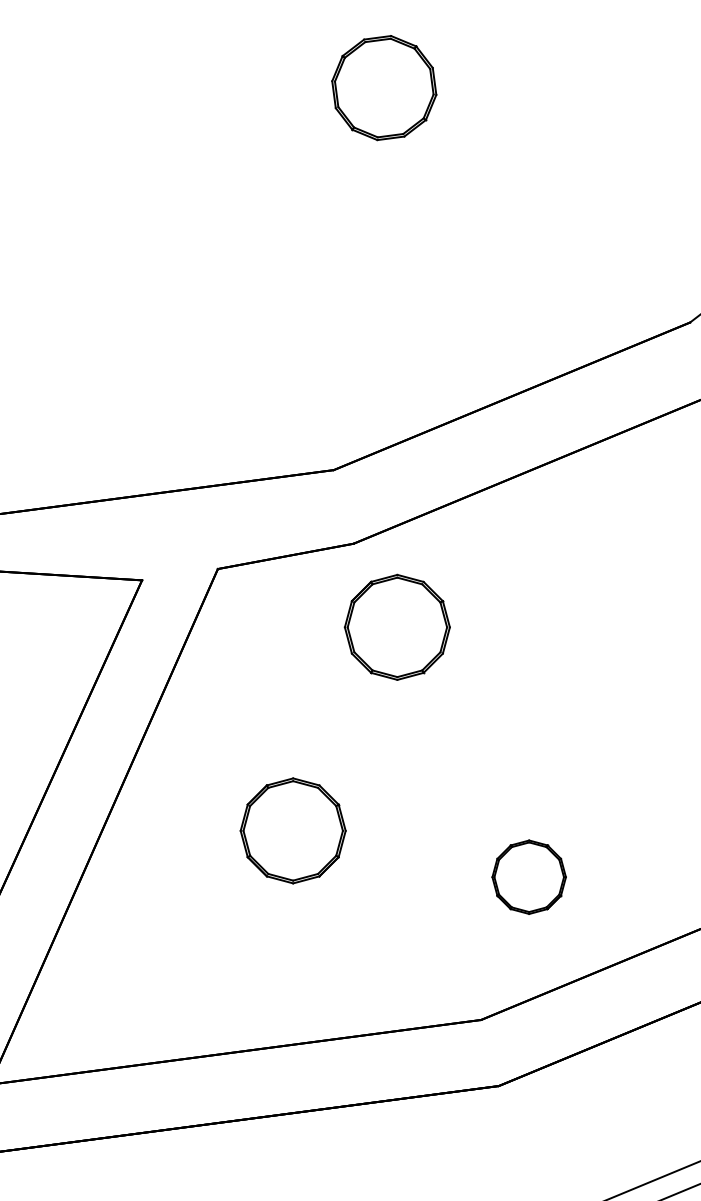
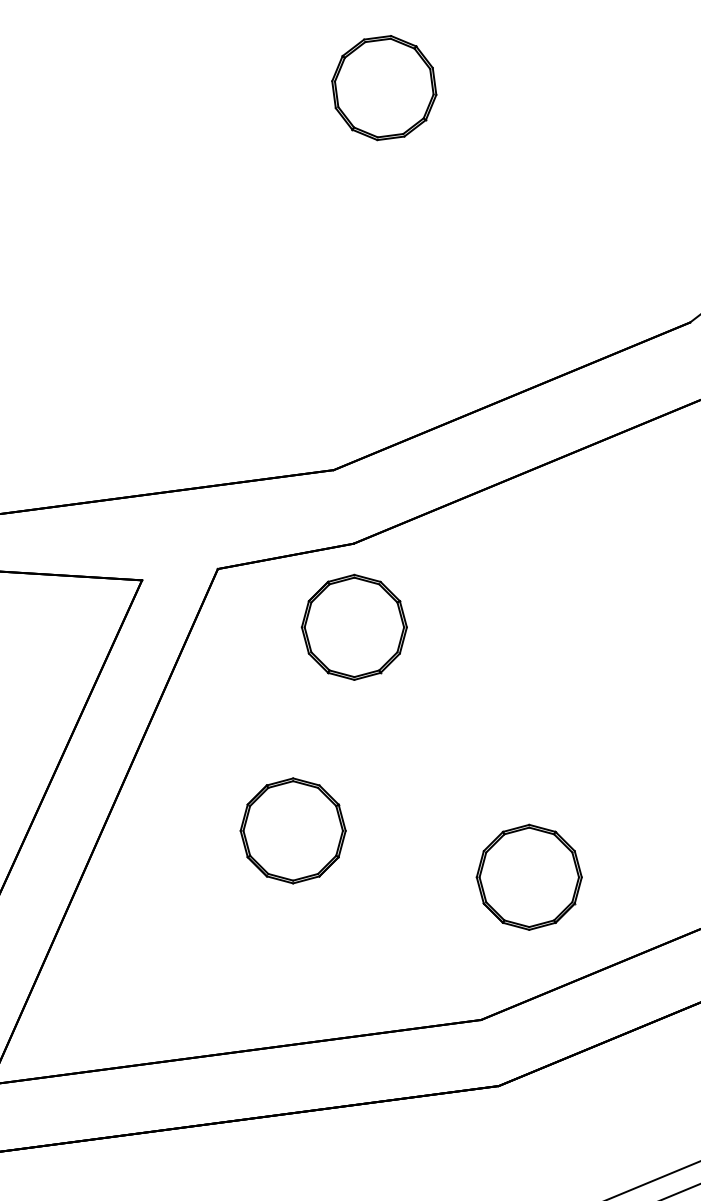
part at (396, 626) position: (396, 626) -> (353, 626)
part at (528, 876) size: 76x76 px -> 108x108 px
